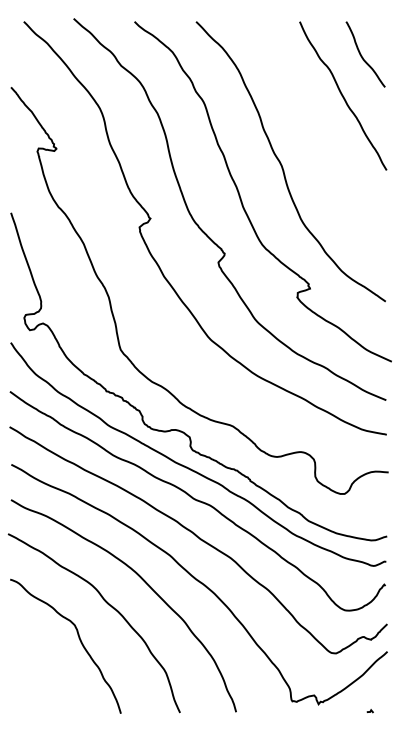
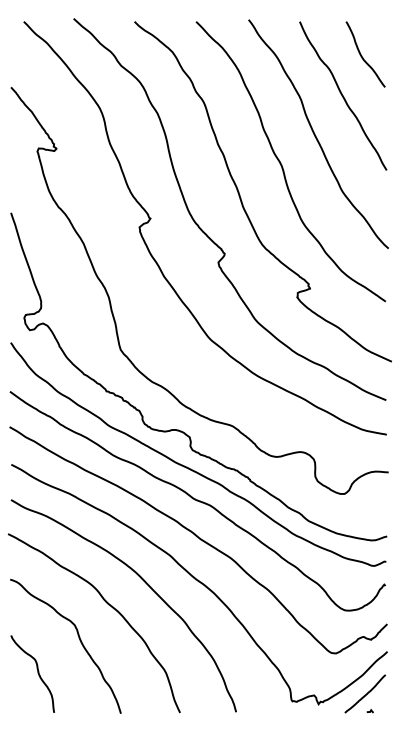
curve at (316, 135): none -> present
curve at (37, 673): none -> present
curve at (365, 694): none -> present
